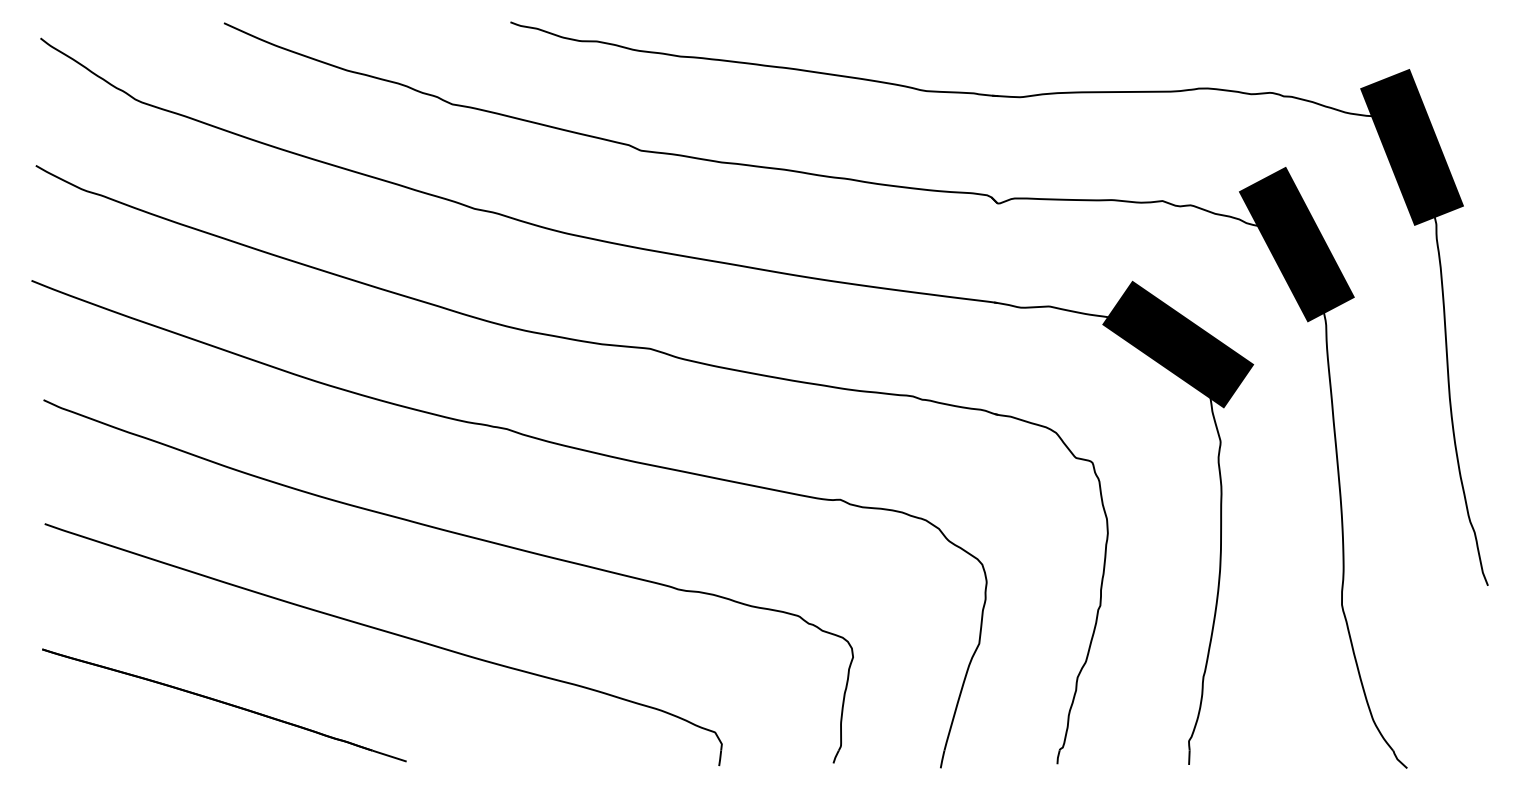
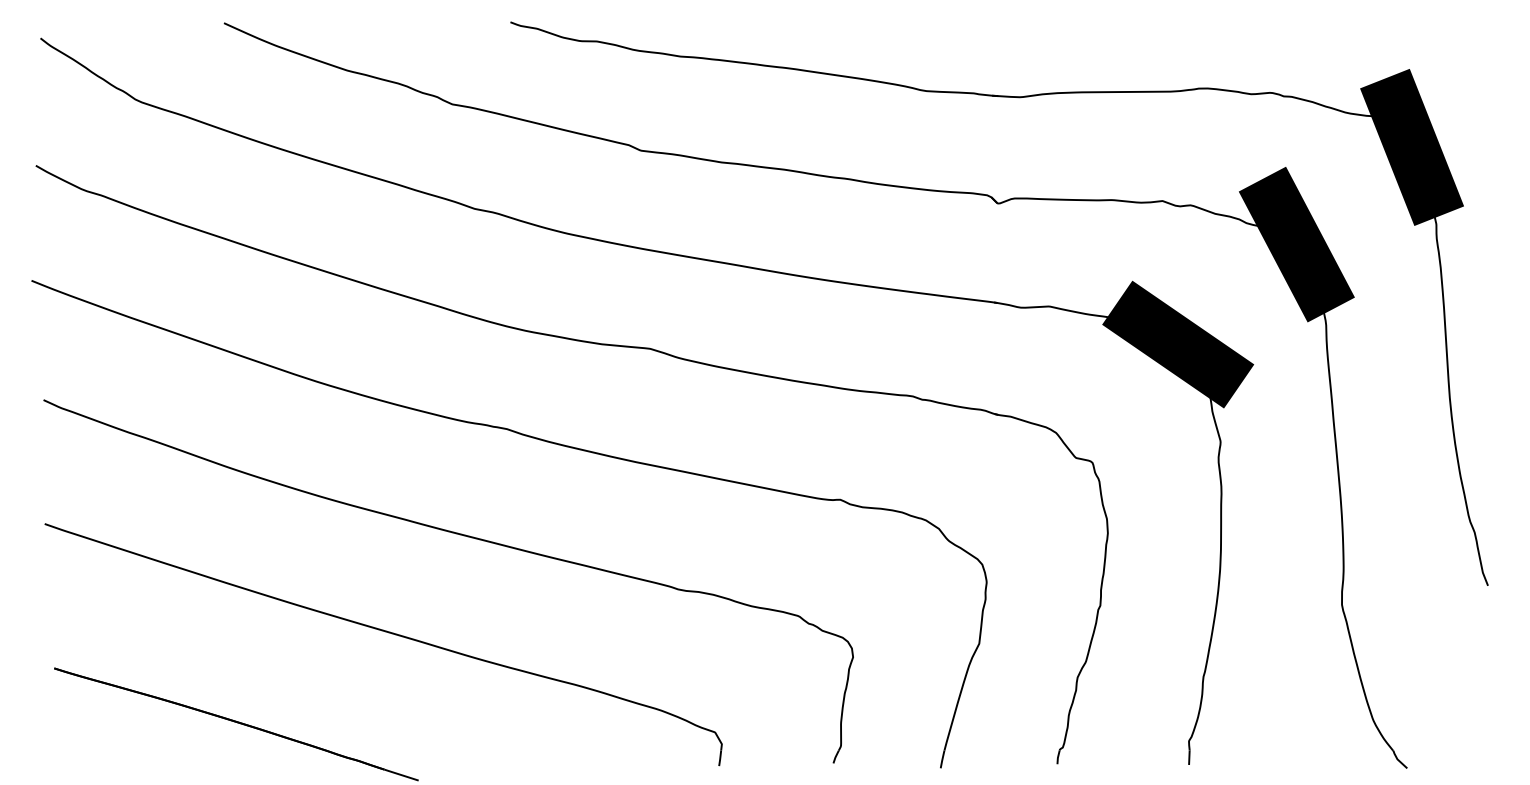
part at (224, 705) position: (224, 705) -> (236, 724)
